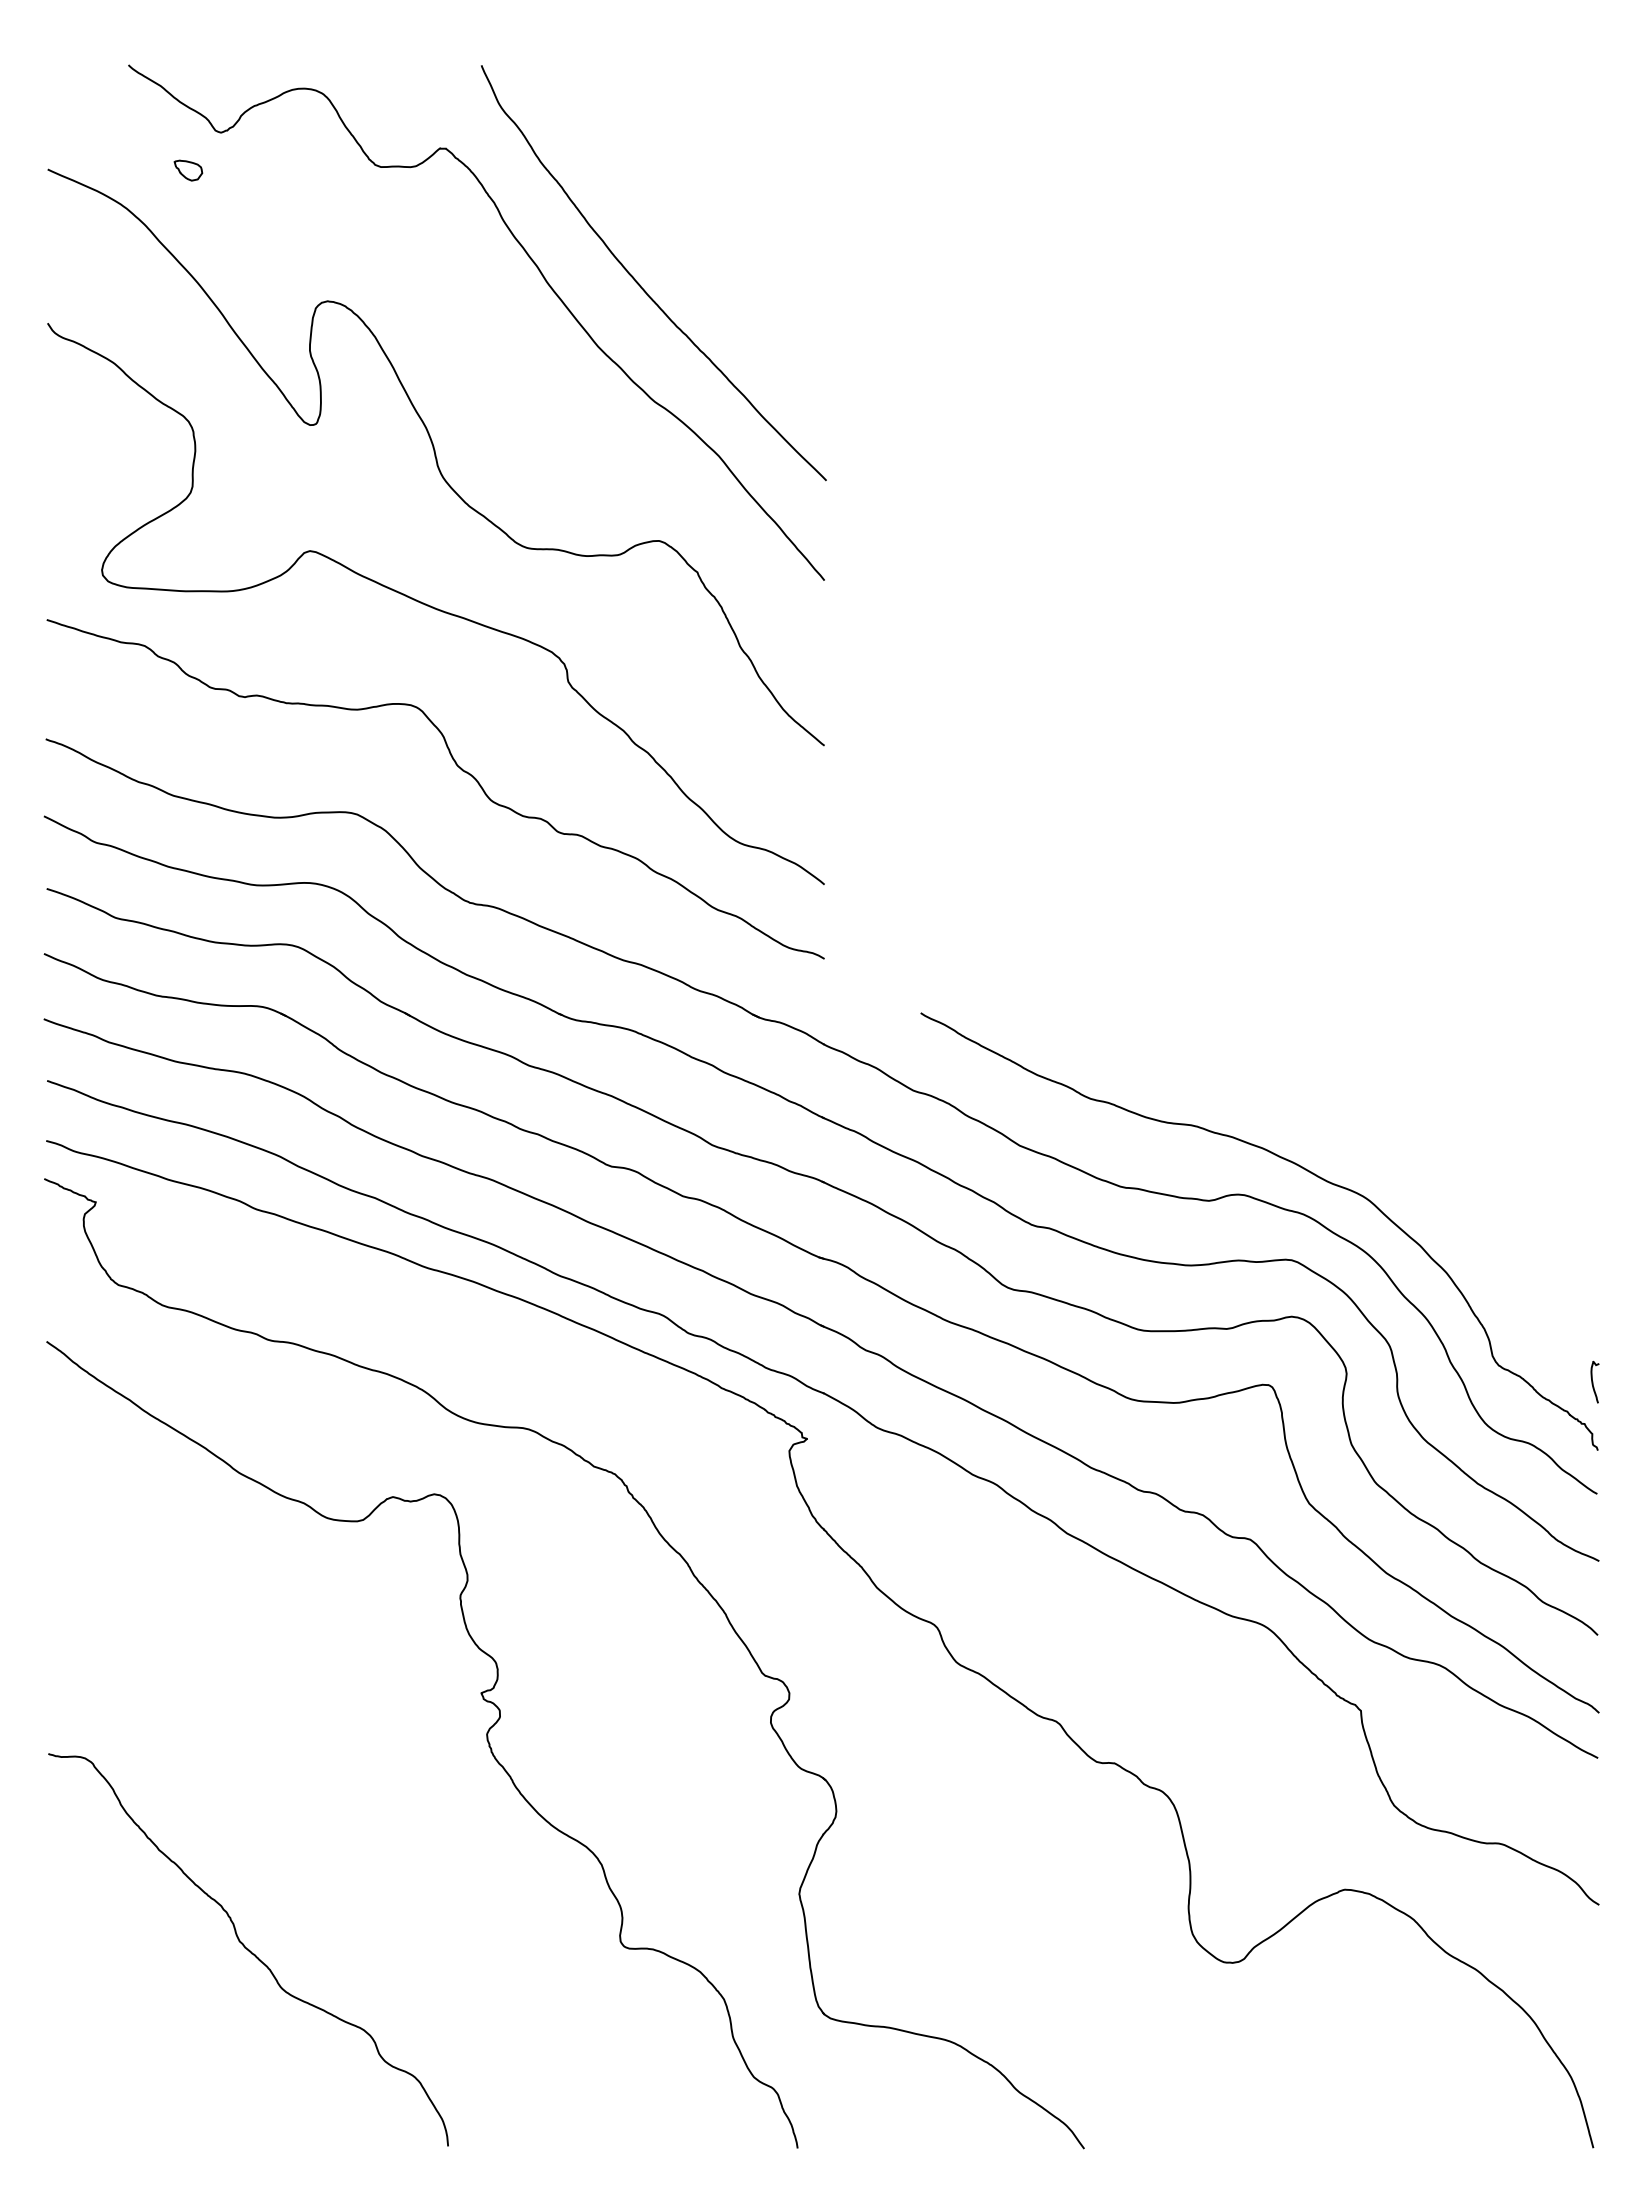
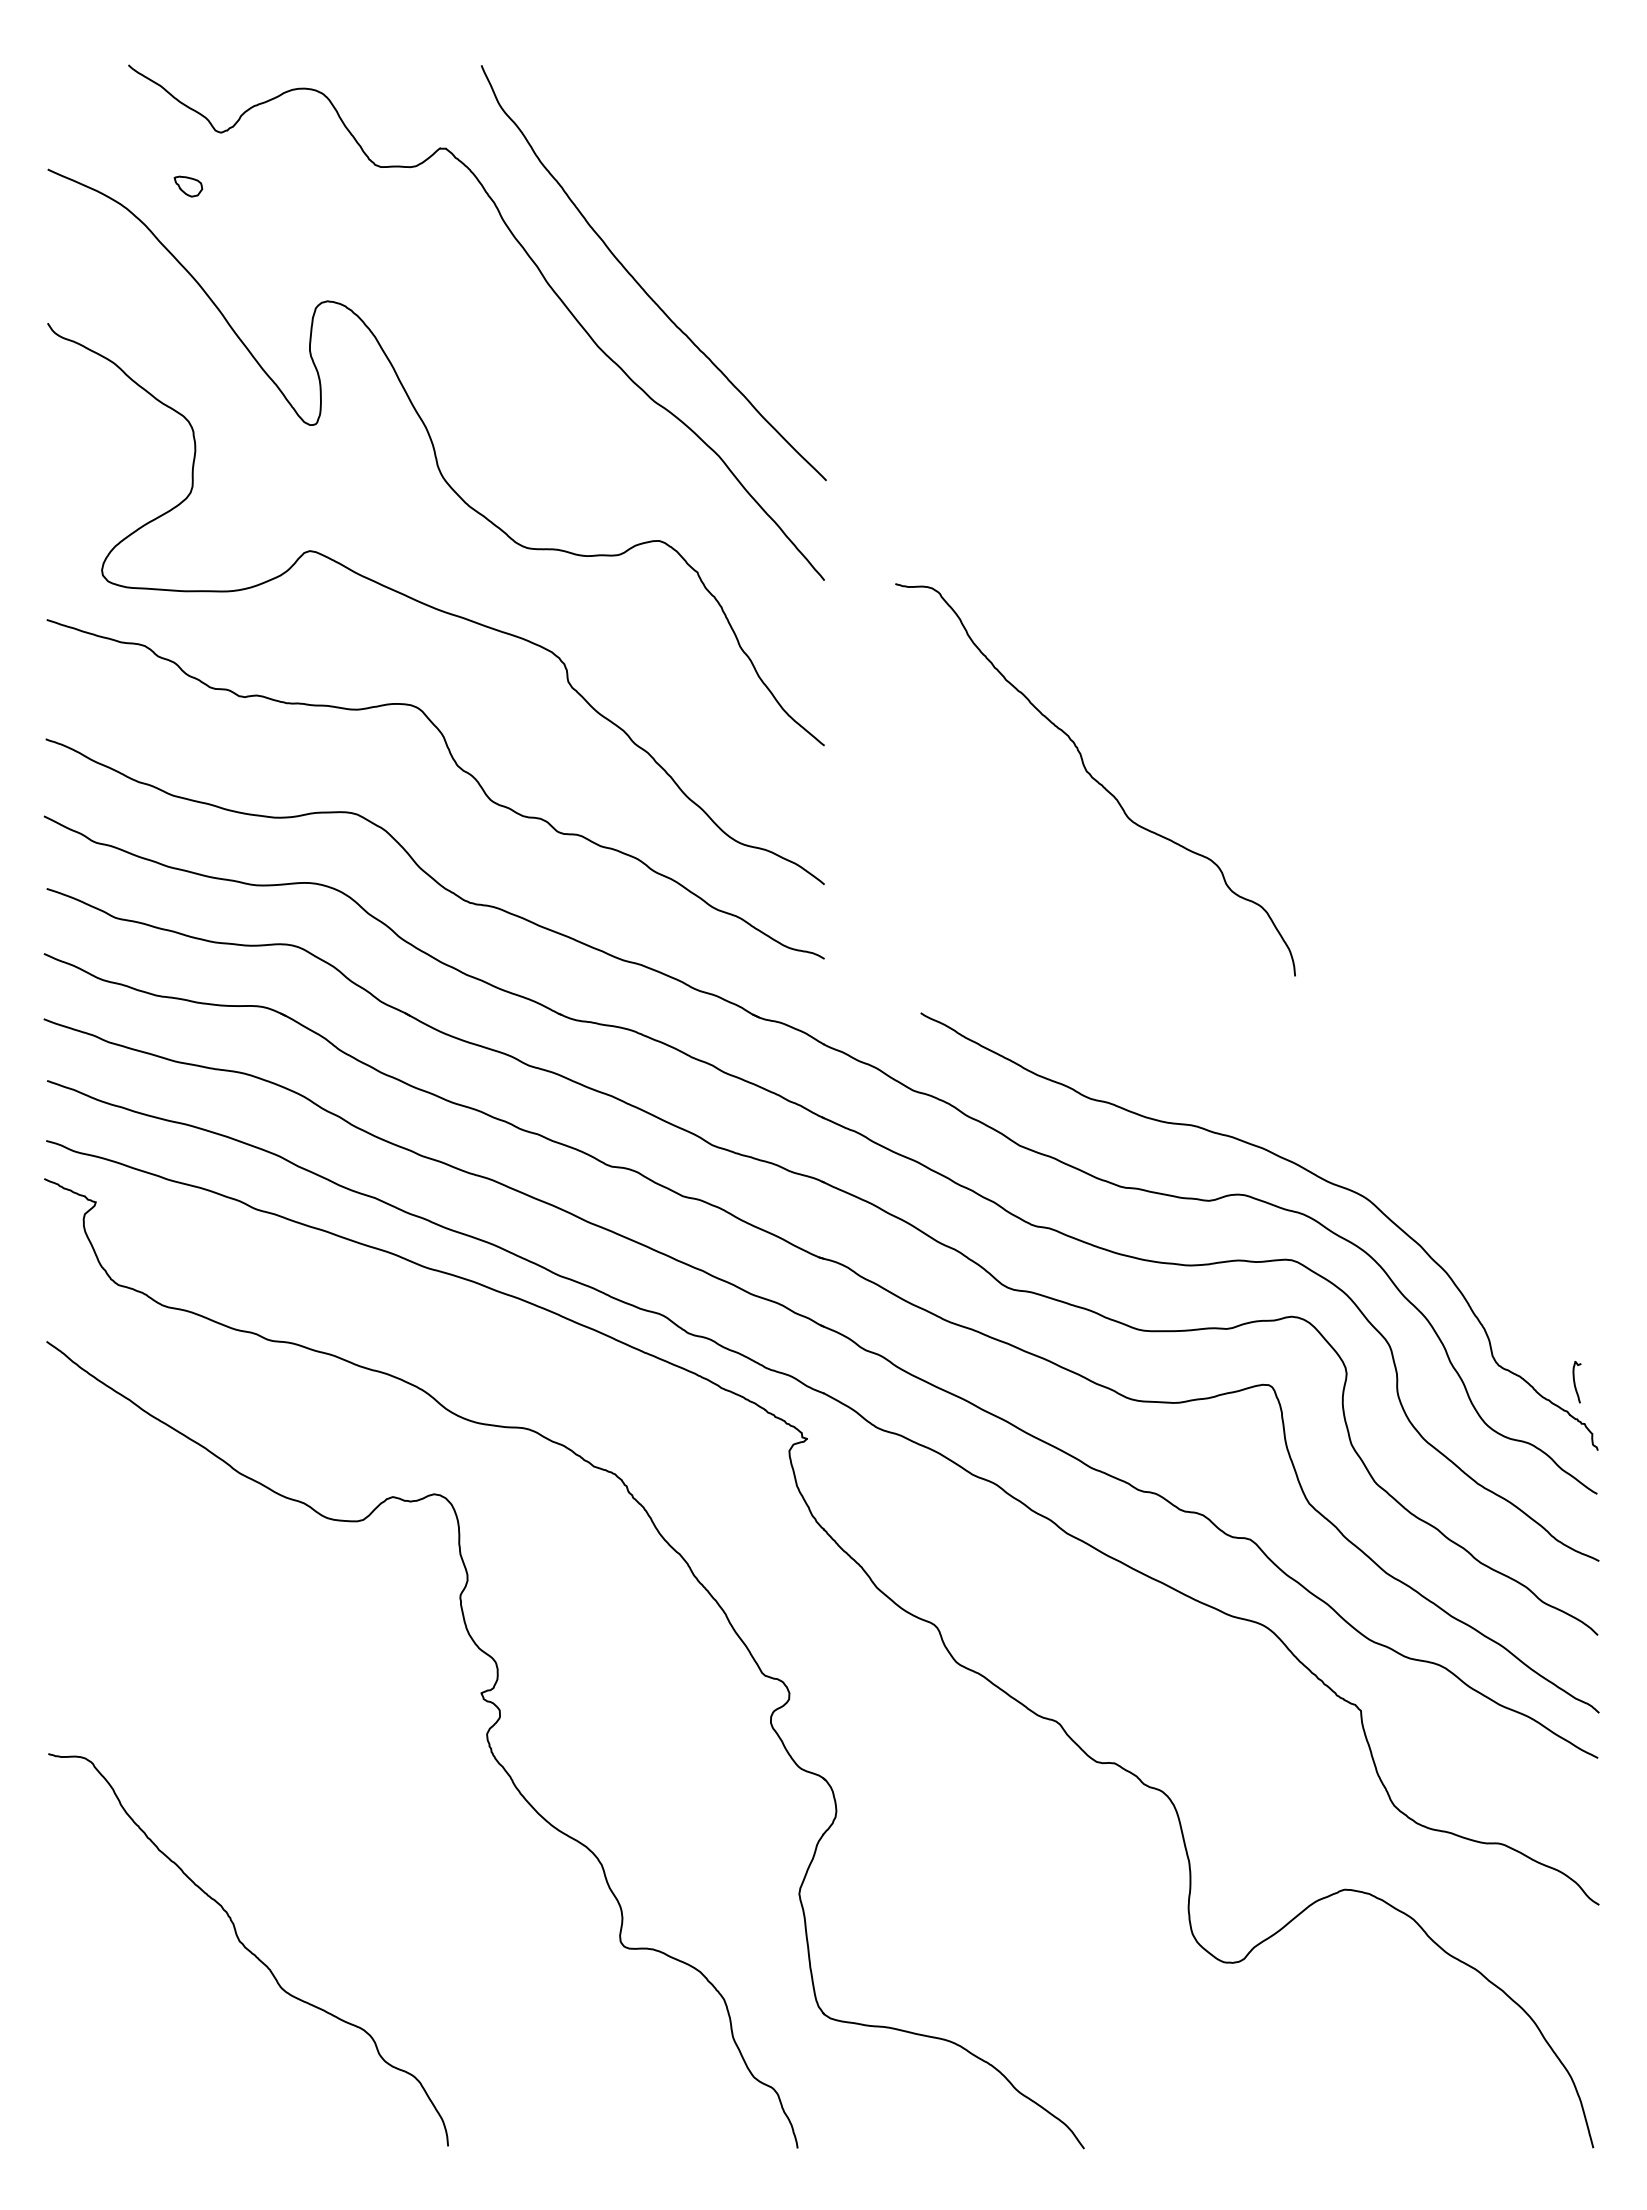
part at (188, 170) position: (188, 170) -> (188, 186)
curve at (1095, 779): none -> present
curve at (1593, 1381) position: (1593, 1381) -> (1575, 1381)
